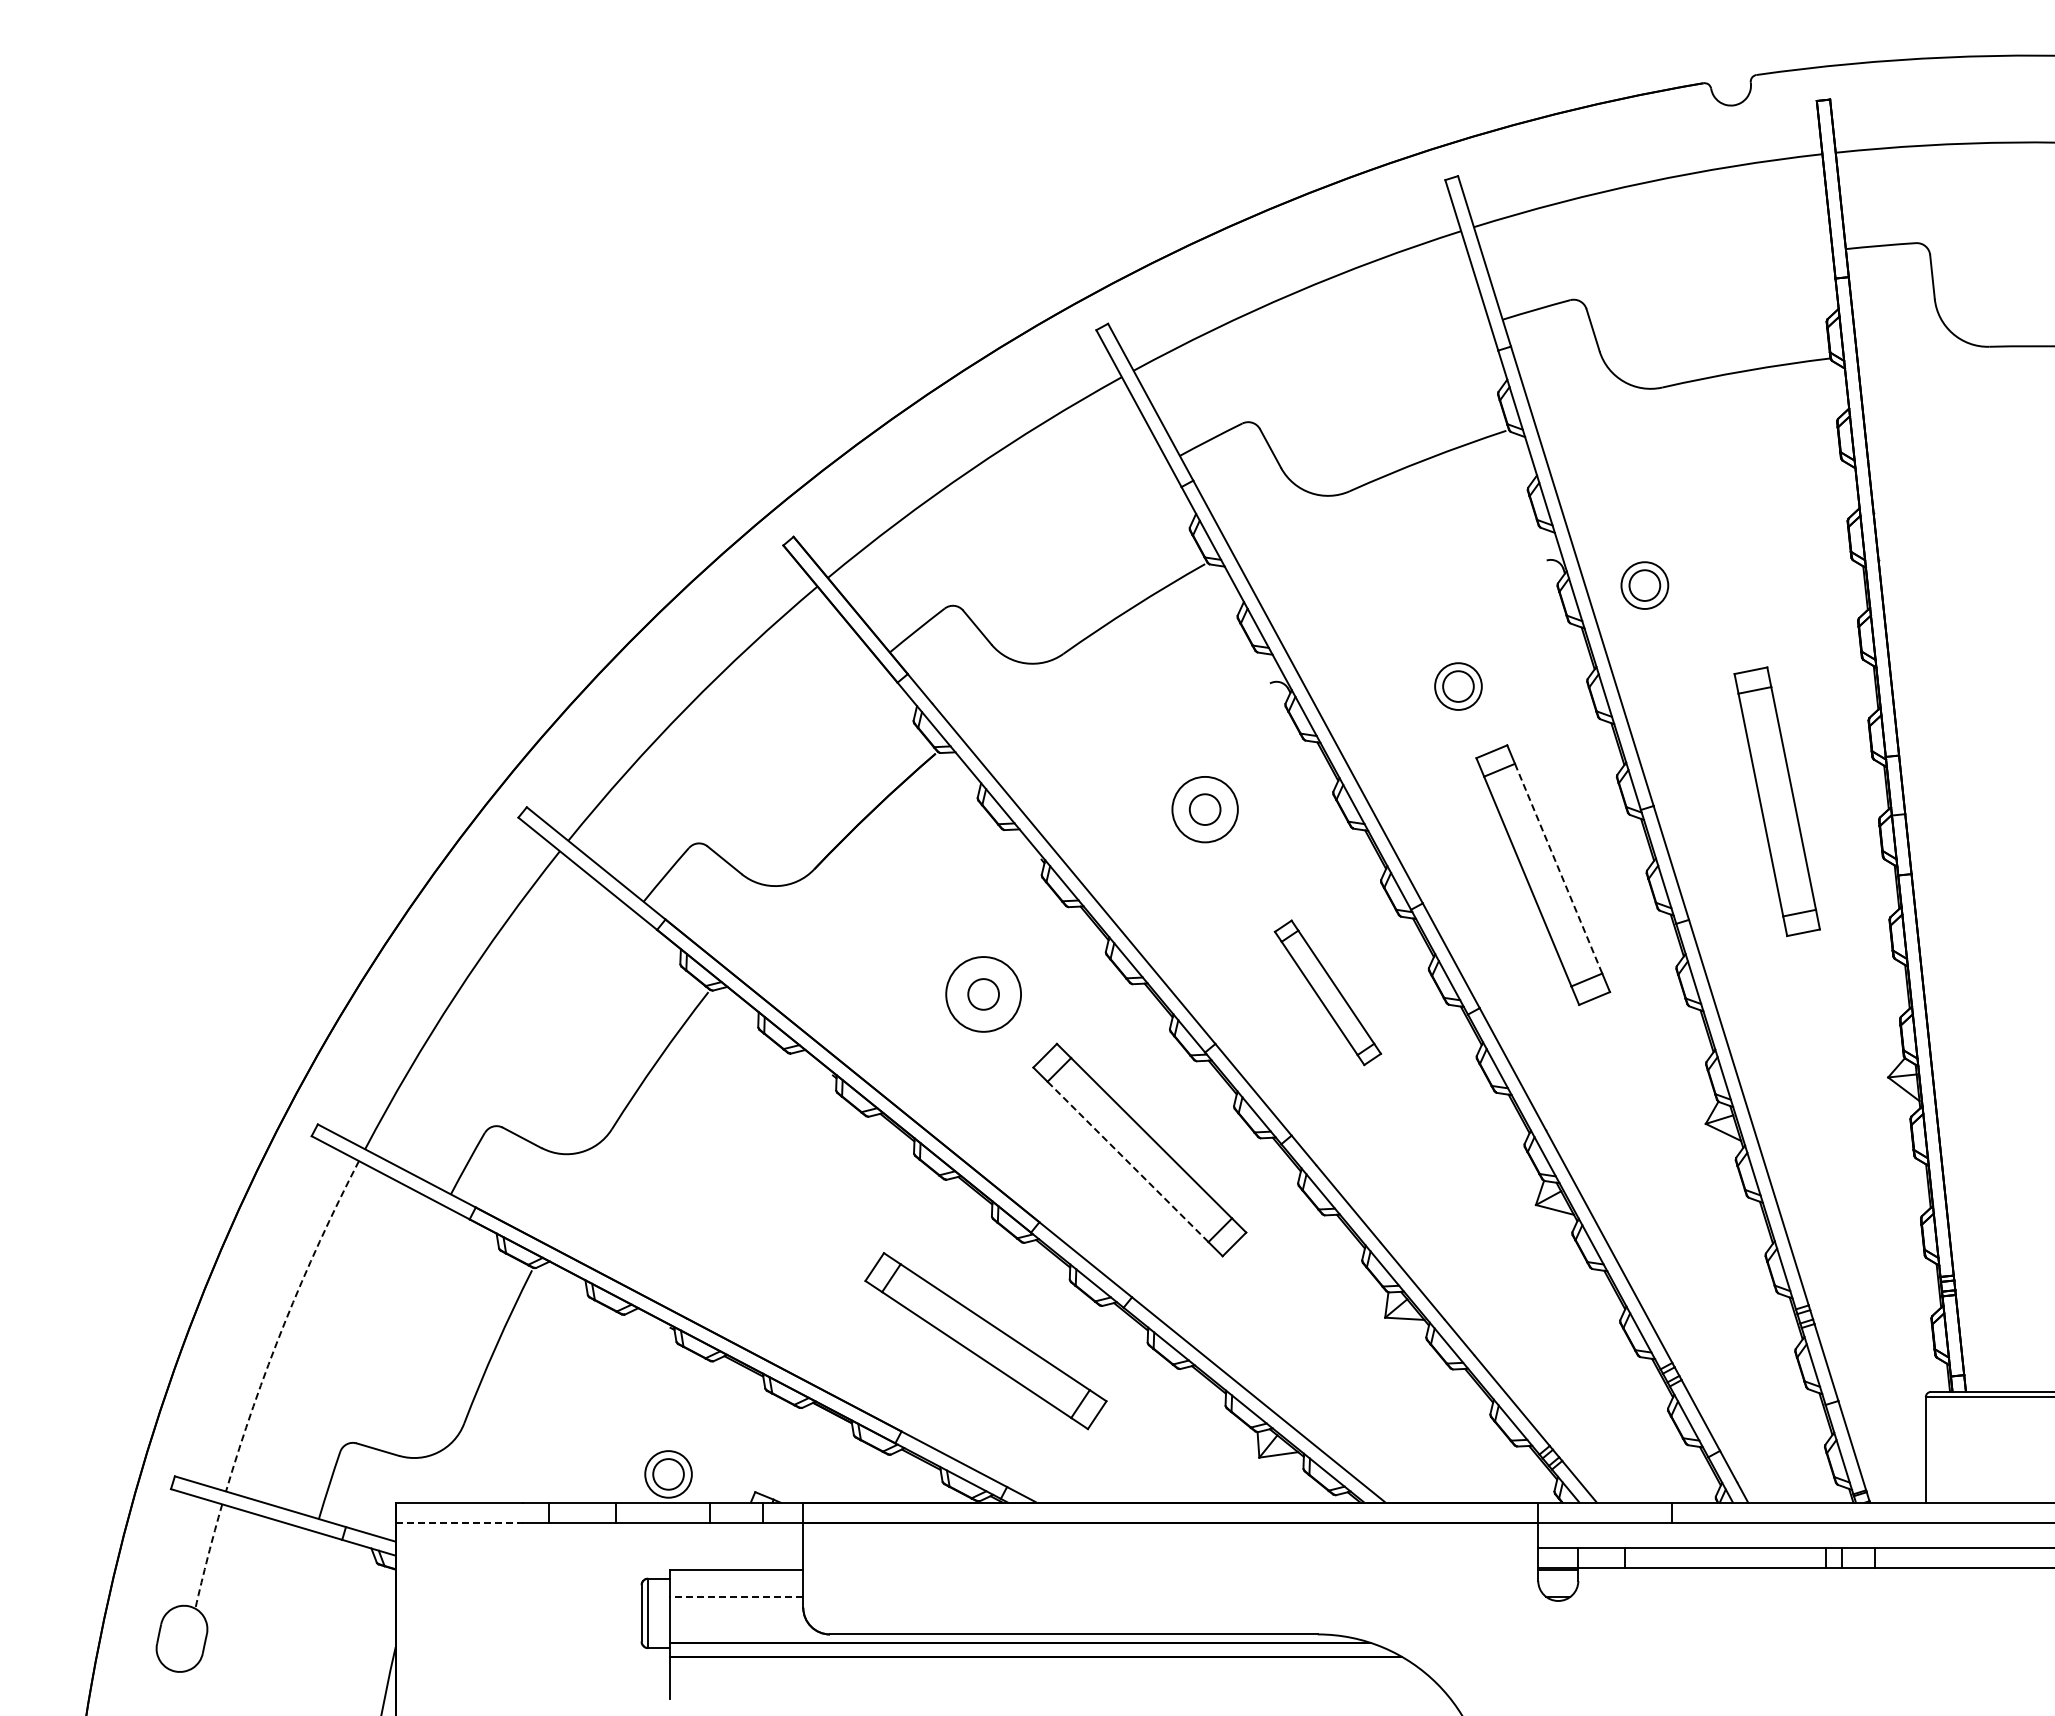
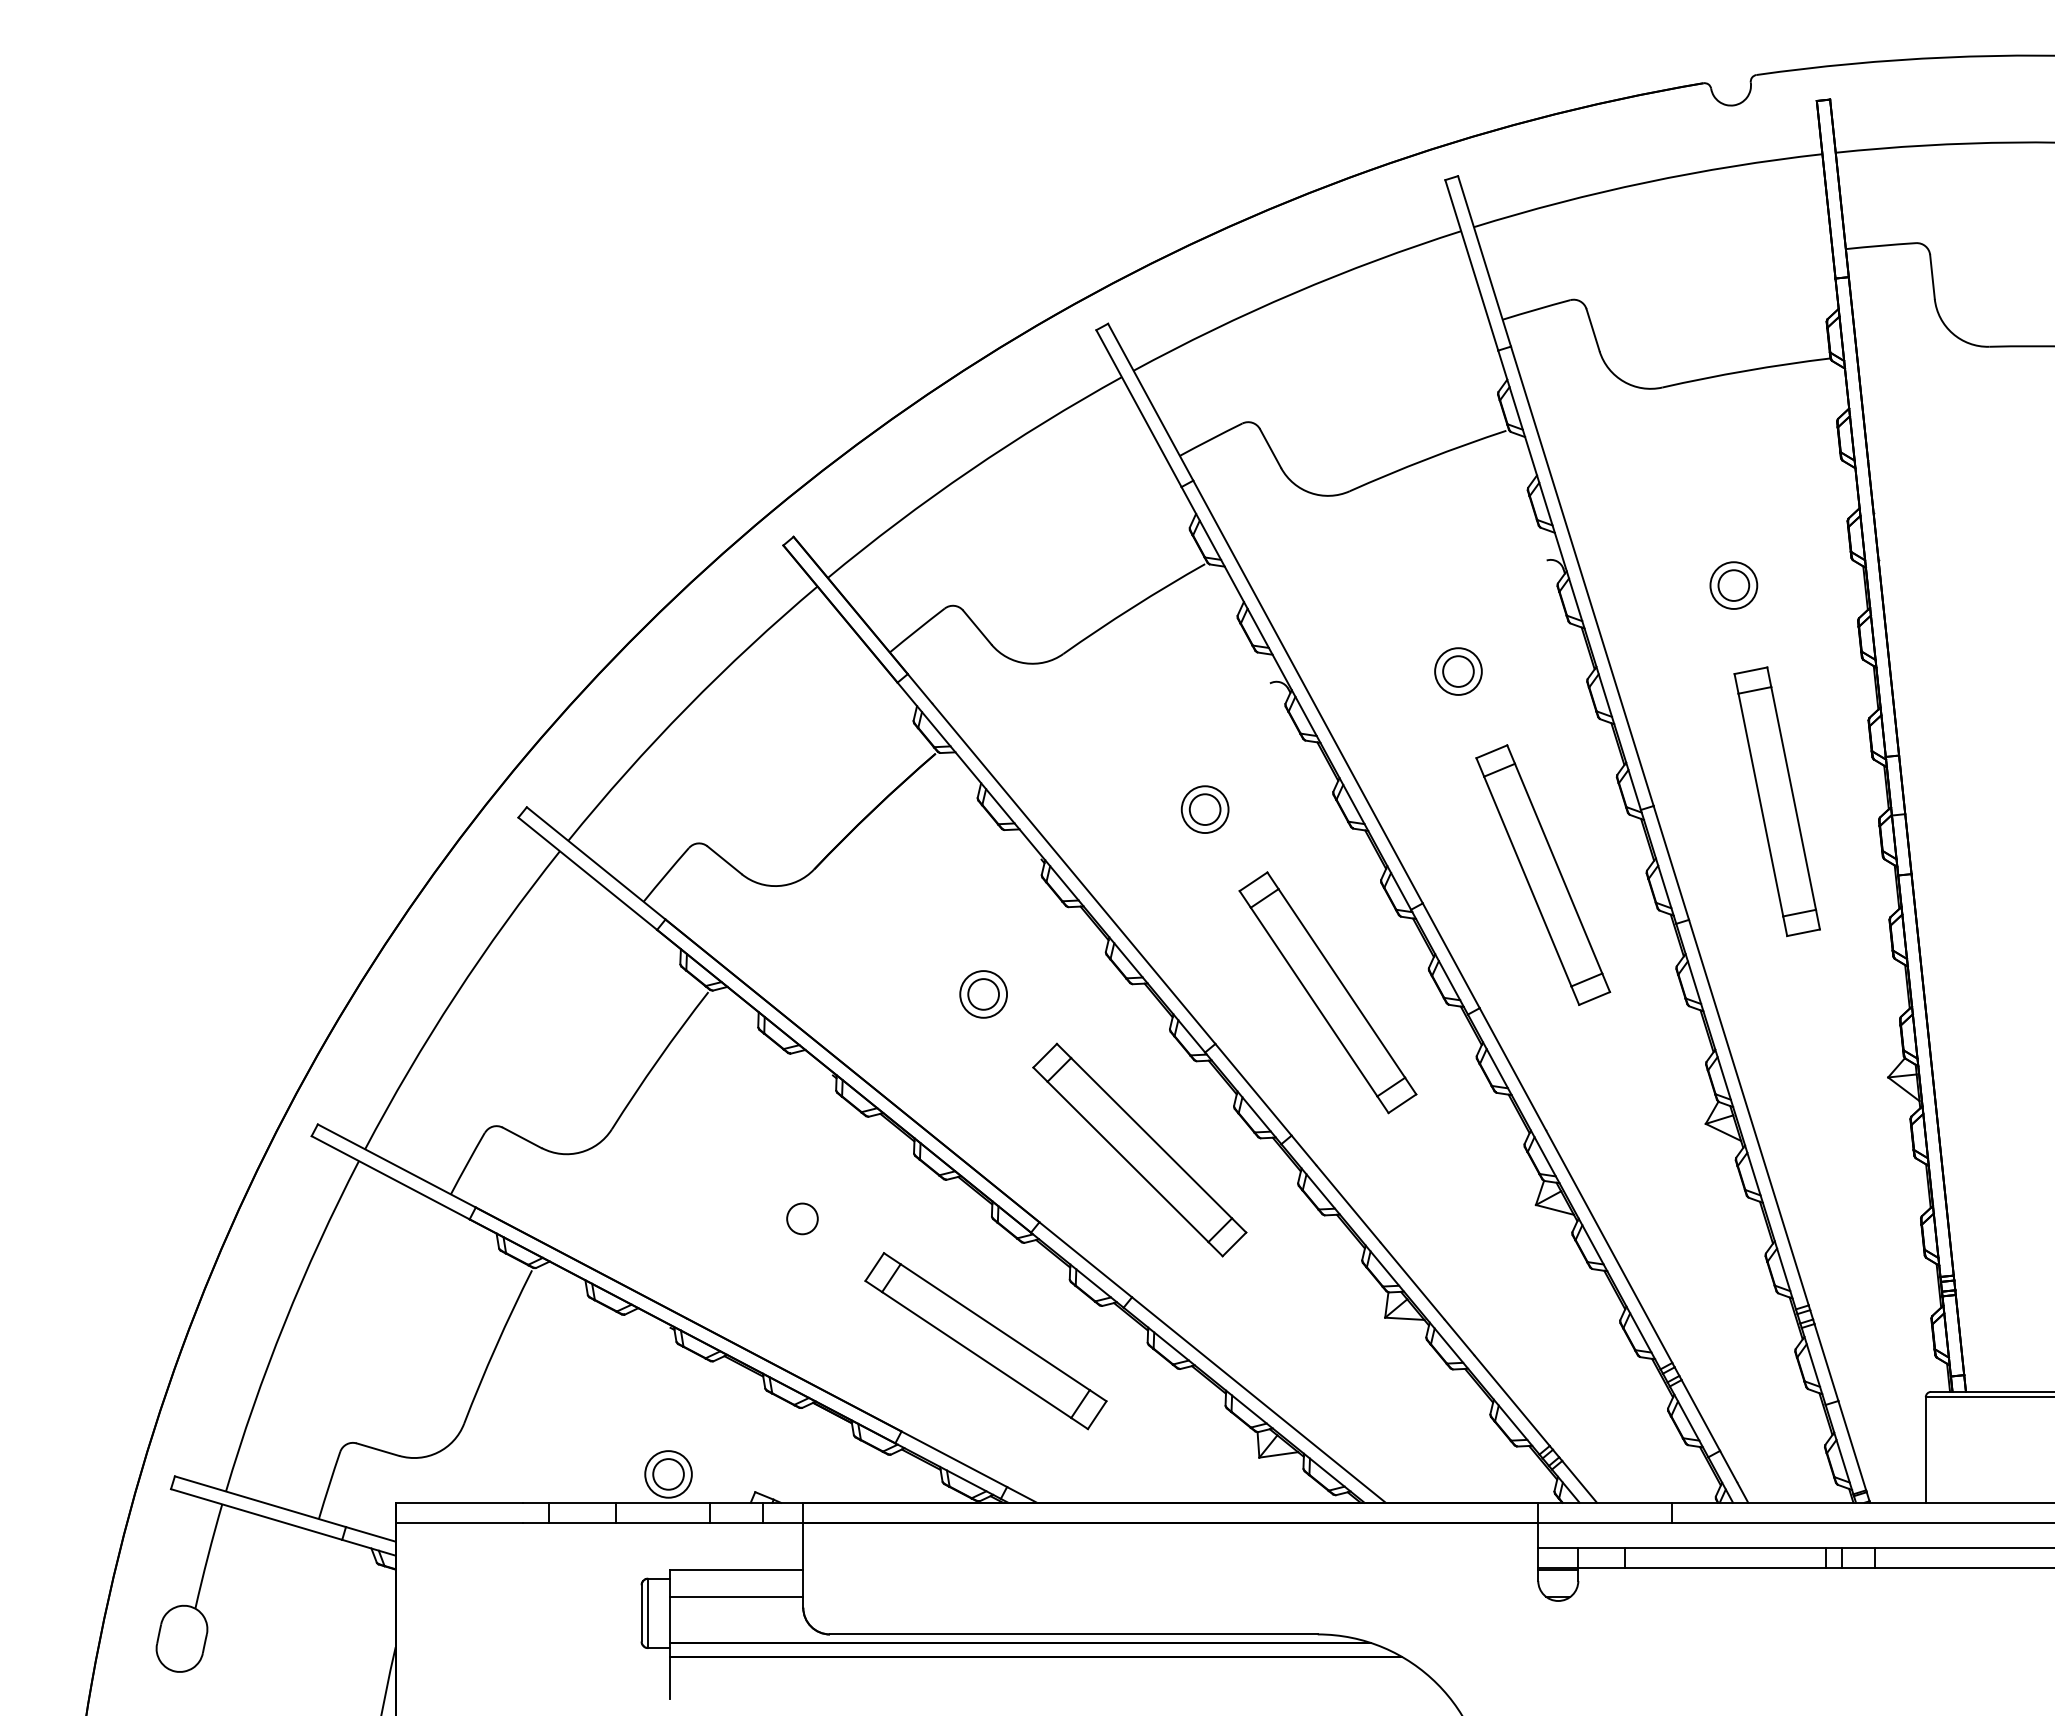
part at (1644, 585) position: (1644, 585) -> (1733, 585)
part at (1458, 686) position: (1458, 686) -> (1458, 671)
circle at (1204, 809) diameter: 65 px -> 47 px
line at (1558, 868): dashed -> solid
part at (1327, 992) size: 110x148 px -> 180x244 px
circle at (983, 994) diameter: 75 px -> 47 px
line at (1128, 1161): dashed -> solid
circle at (802, 1218): none -> present
arc at (284, 1323): dashed -> solid
line at (459, 1522): dashed -> solid
arc at (208, 1556): dashed -> solid
line at (736, 1597): dashed -> solid
